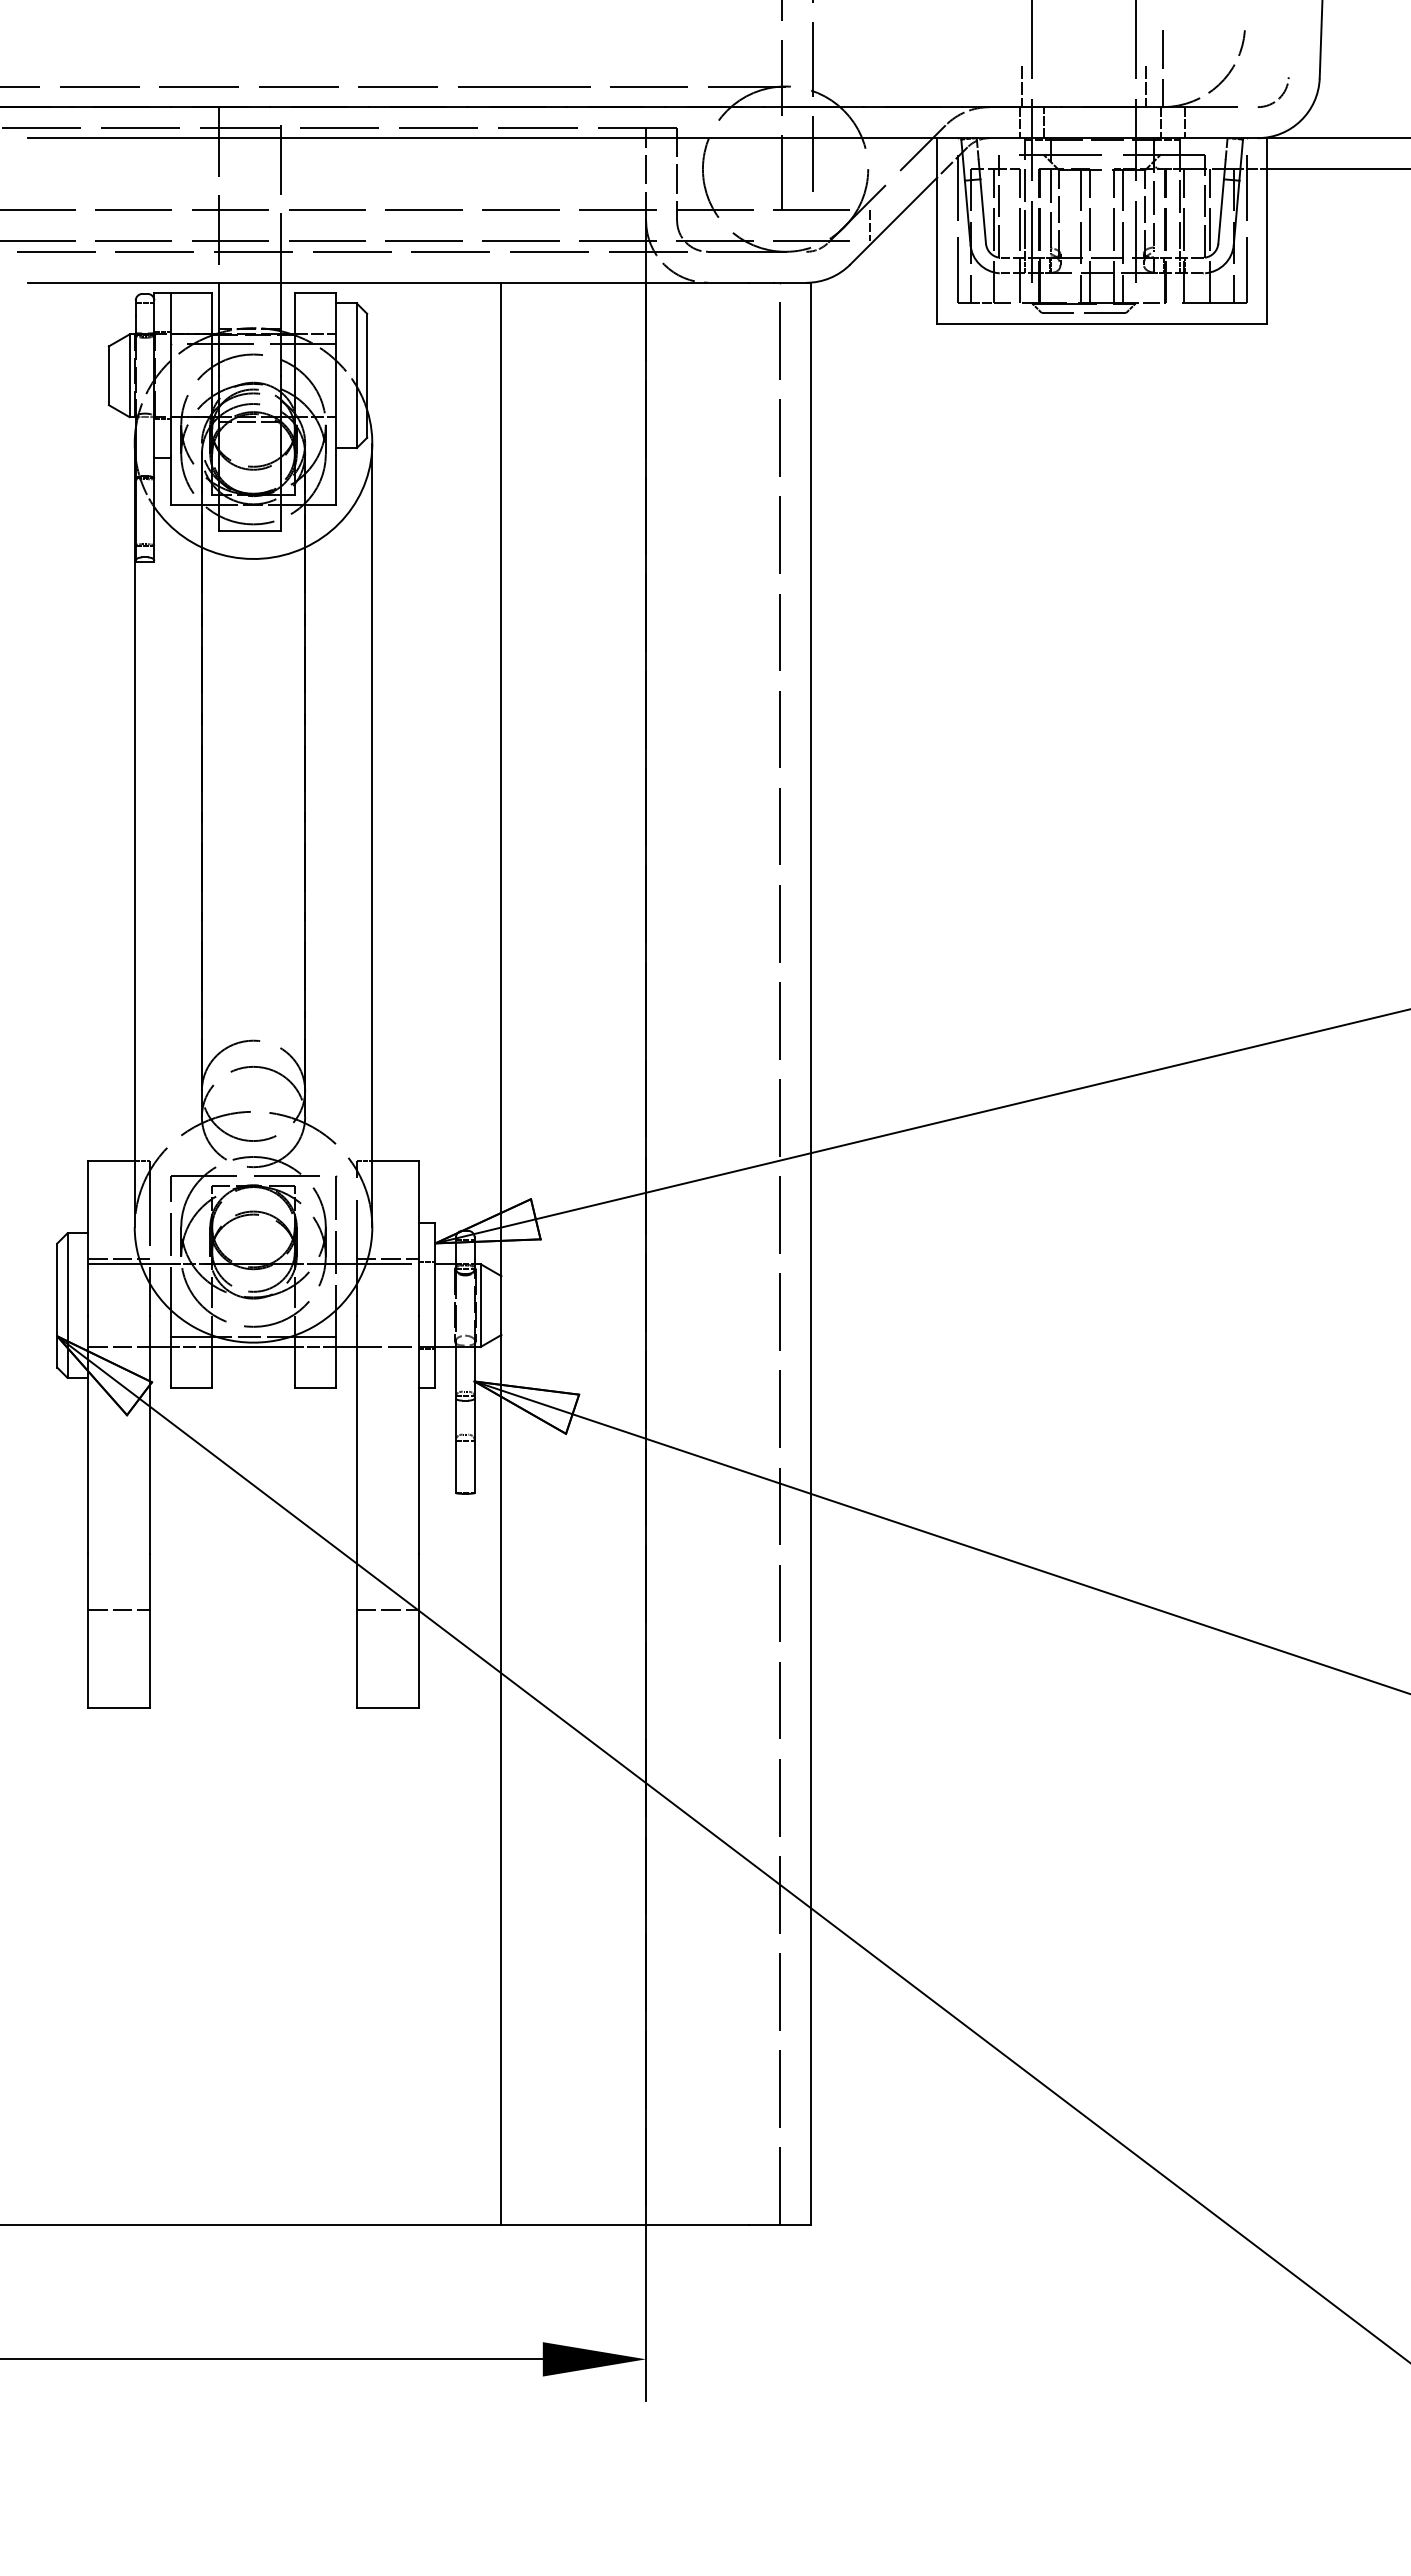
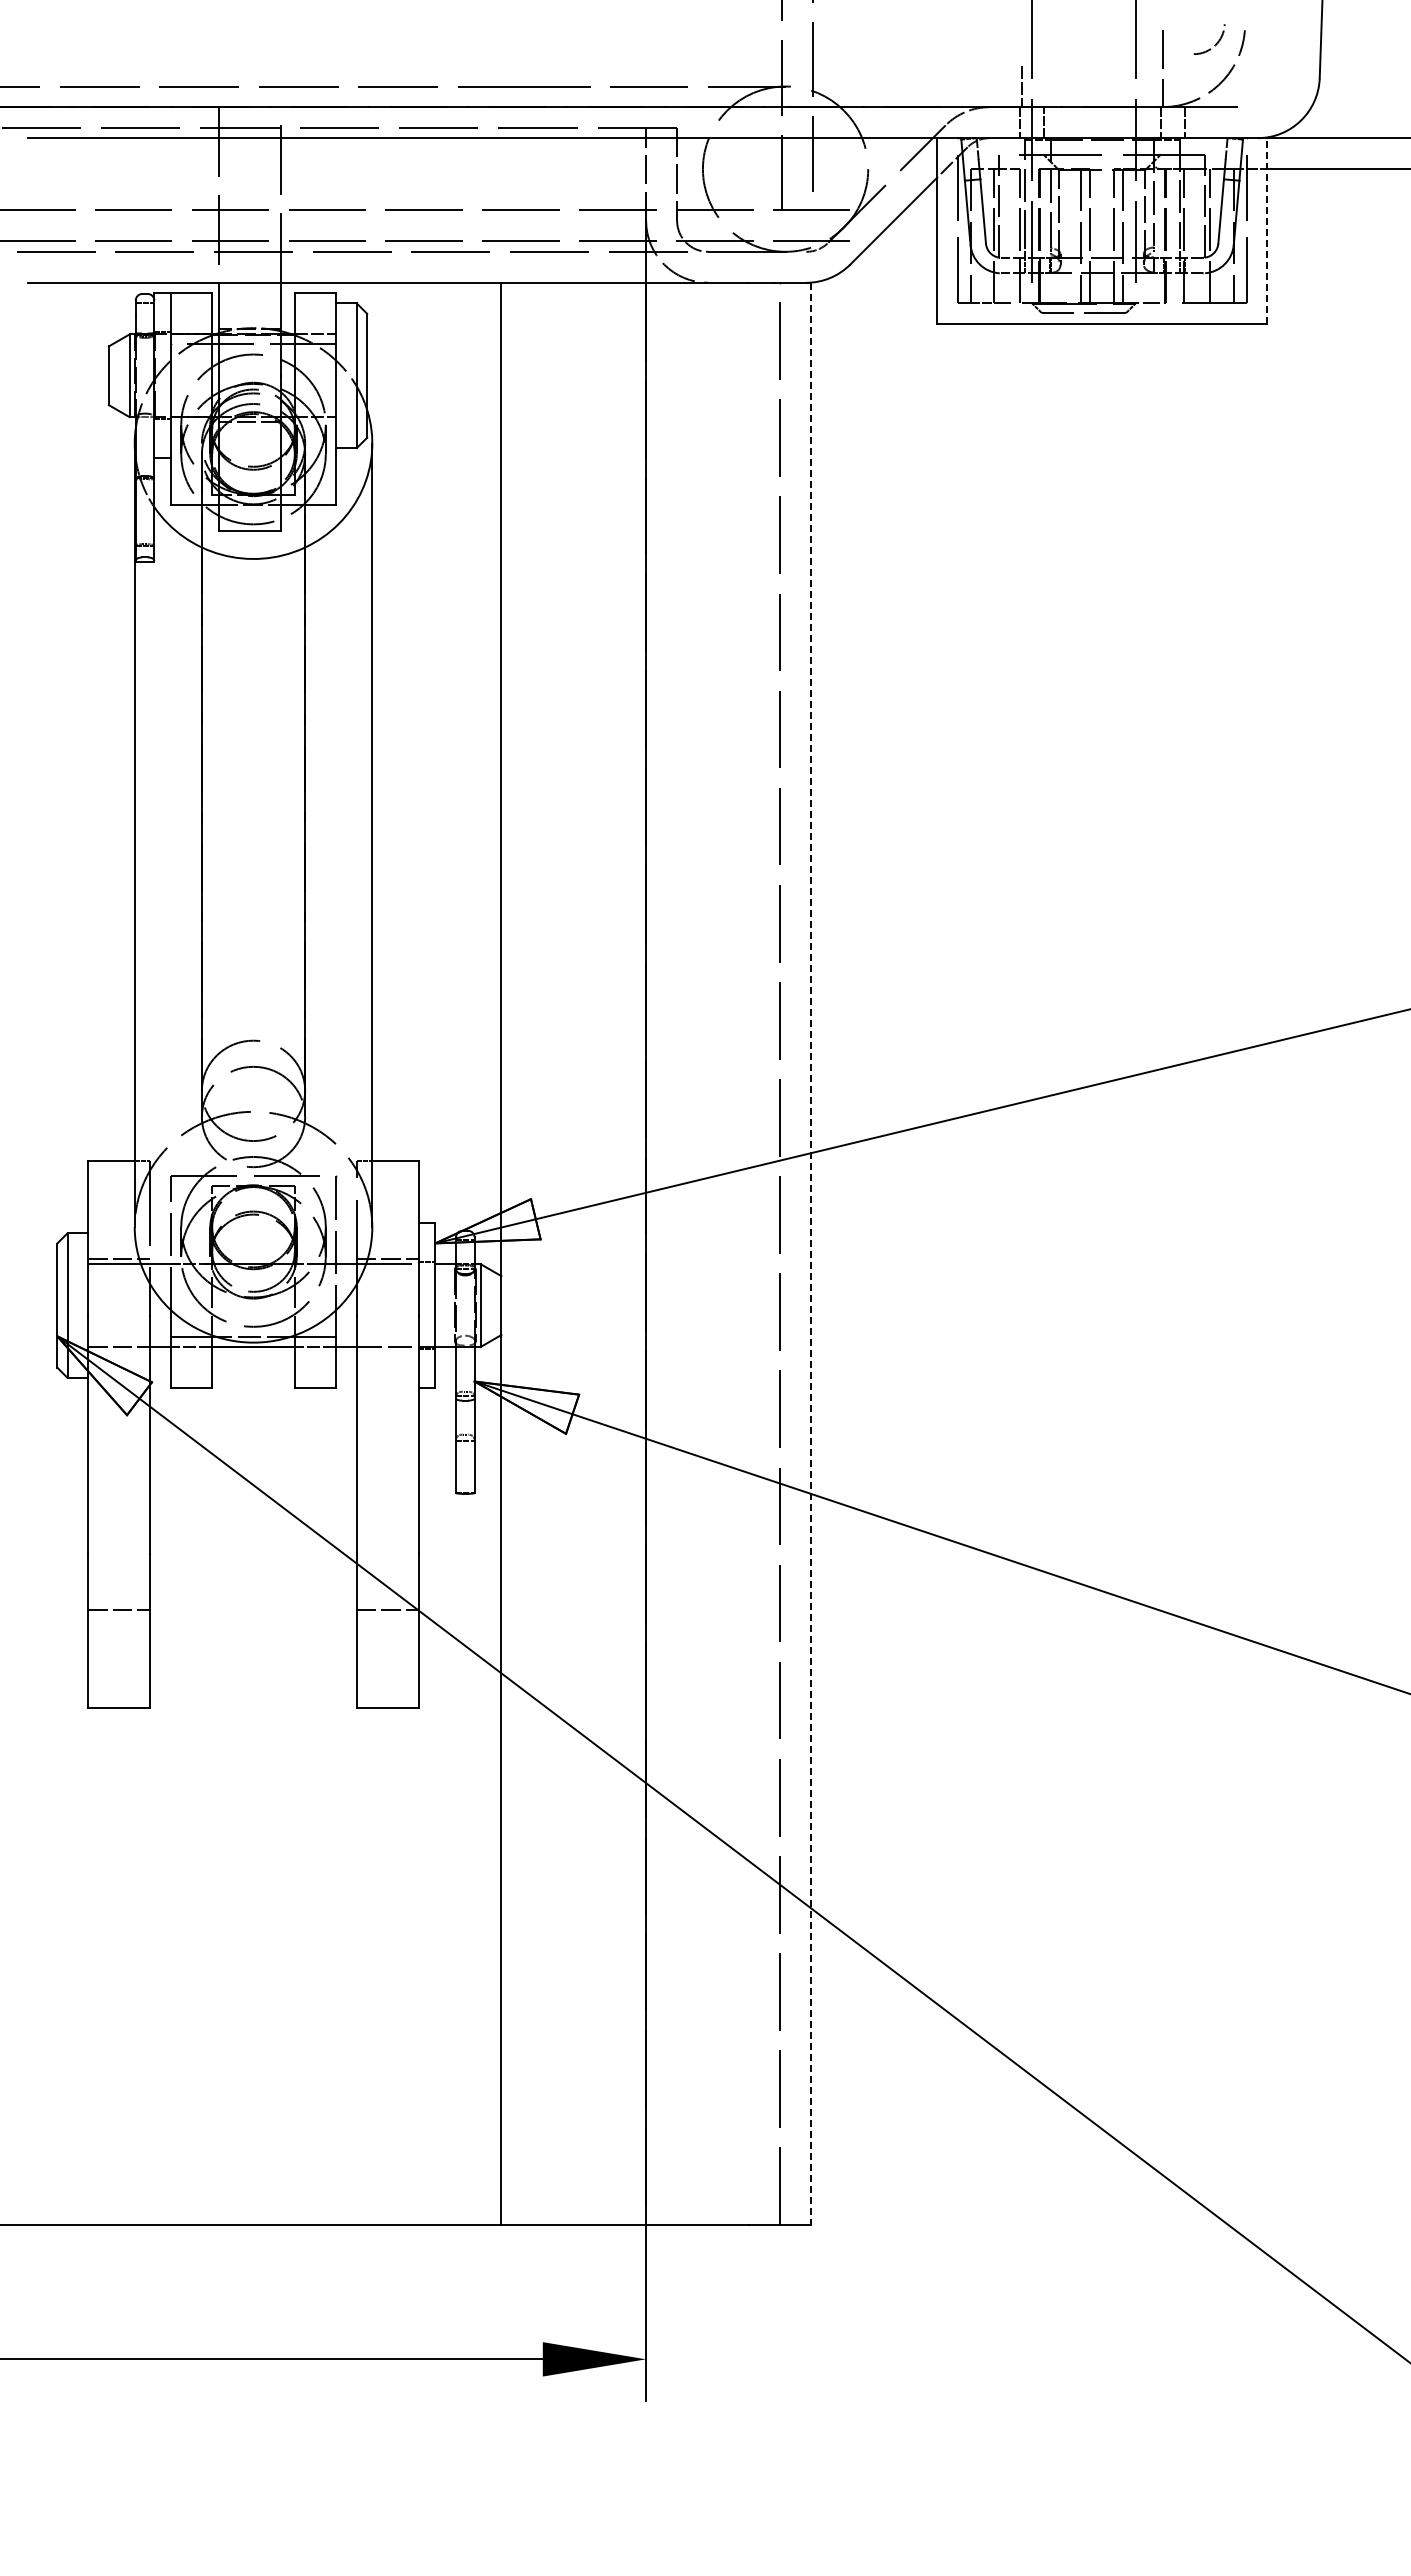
line at (1145, 86): present -> none
arc at (1278, 97) position: (1278, 97) -> (1214, 44)
line at (869, 225): present -> none
line at (1267, 231): solid -> dashed
line at (811, 1254): solid -> dashed
